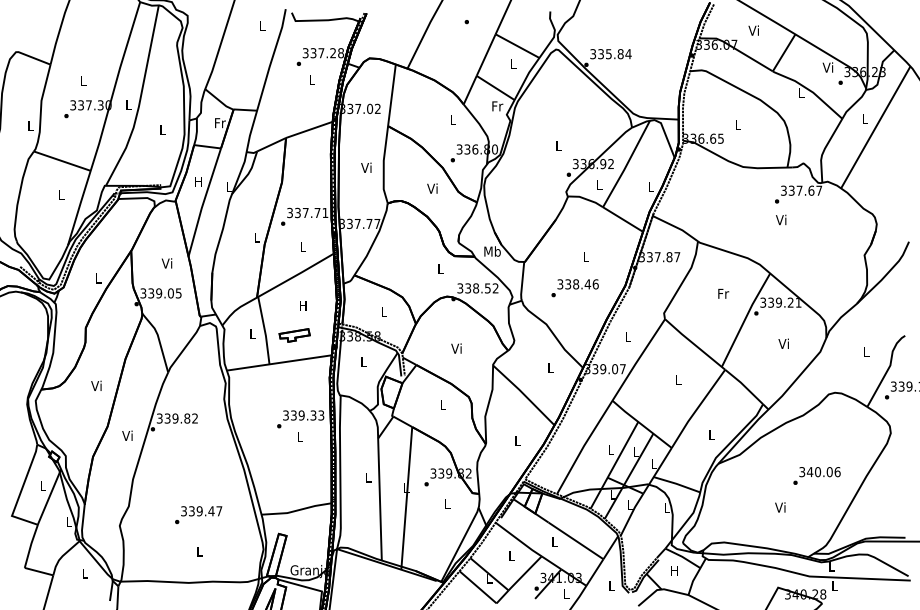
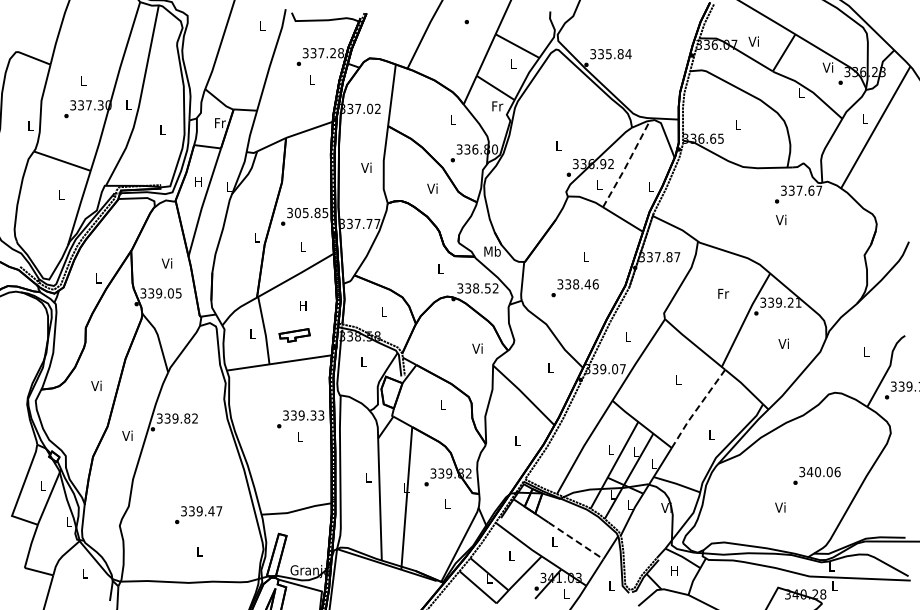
text at (753, 30) position: (753, 30) -> (753, 41)
line at (626, 164): solid -> dashed
text at (311, 212): 337.71 -> 305.85
text at (456, 348) position: (456, 348) -> (477, 348)
line at (697, 408): solid -> dashed
text at (666, 507): L -> Vi
line at (576, 540): solid -> dashed
